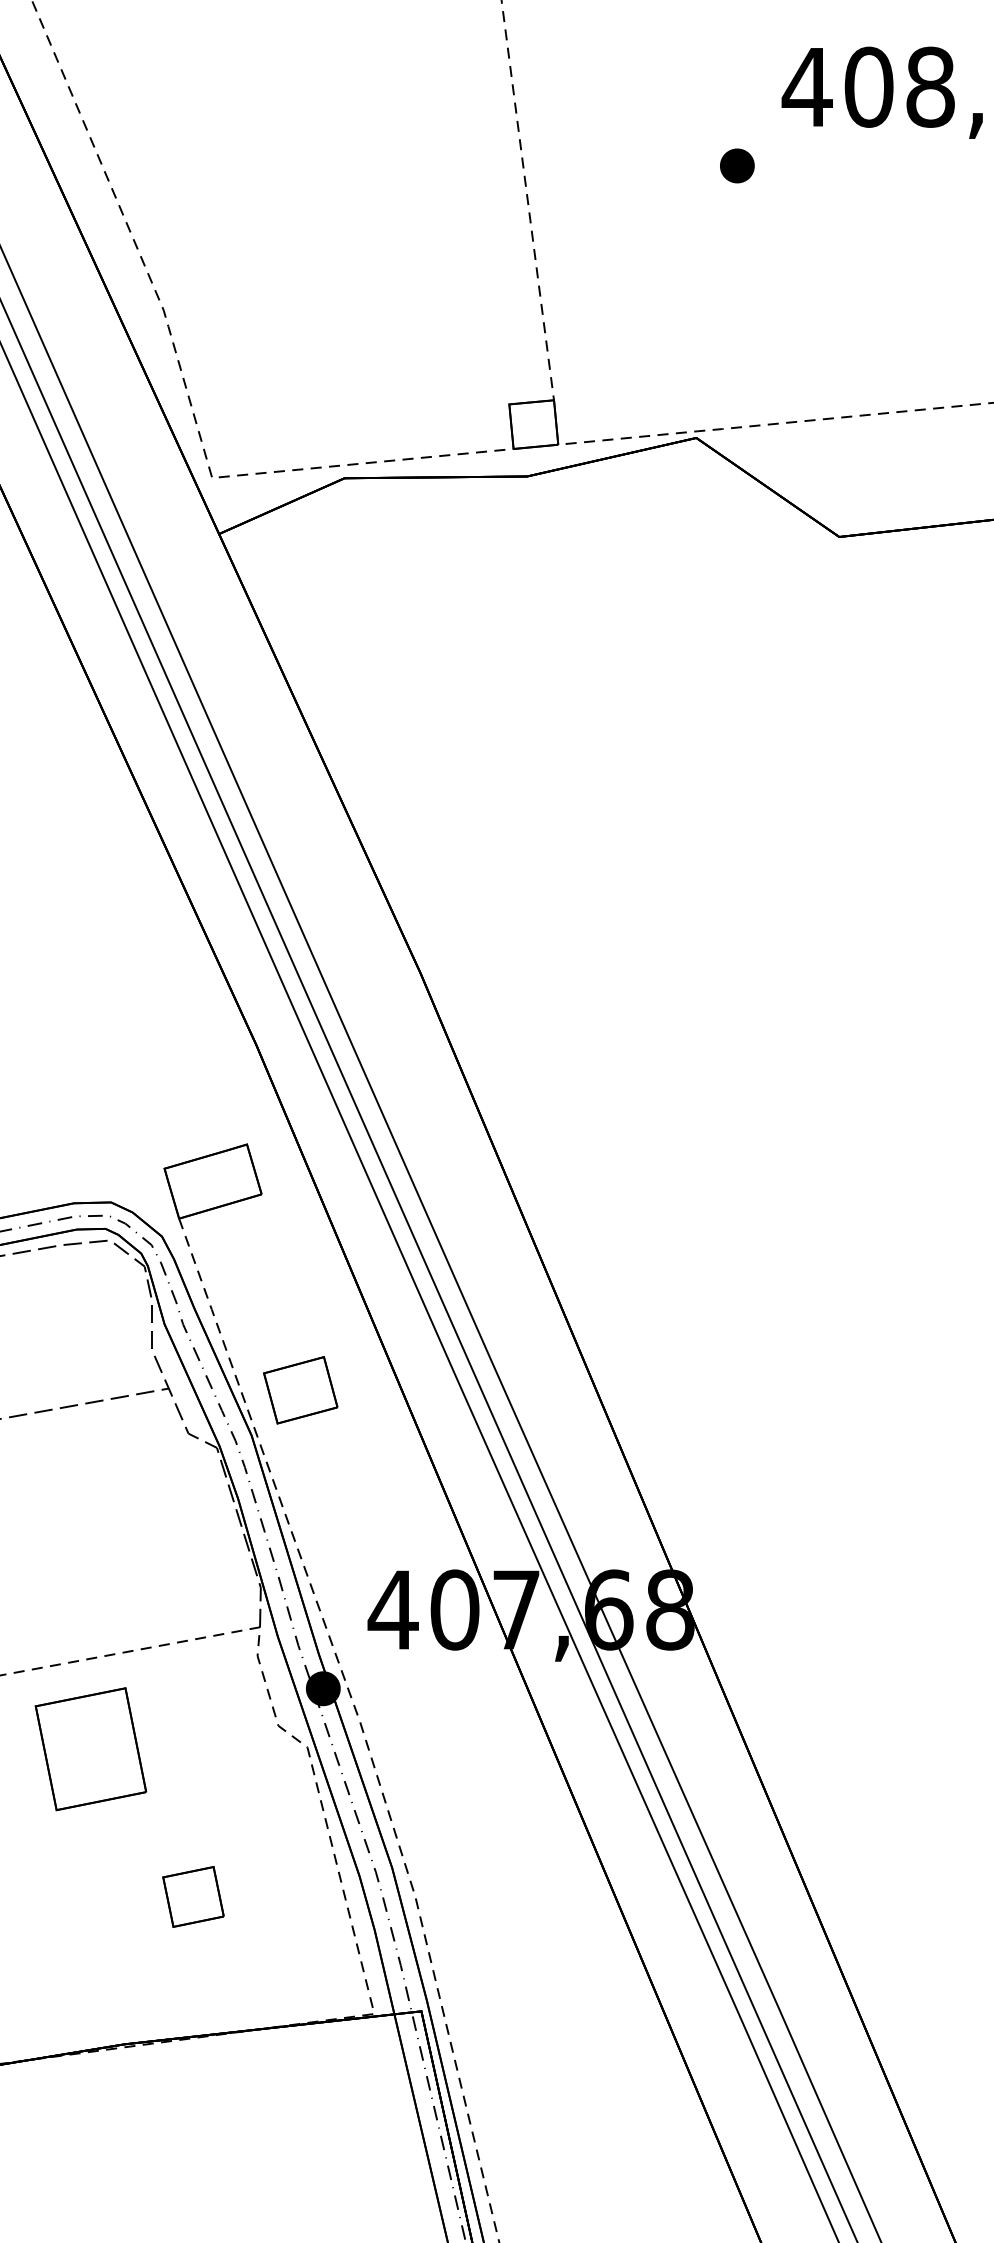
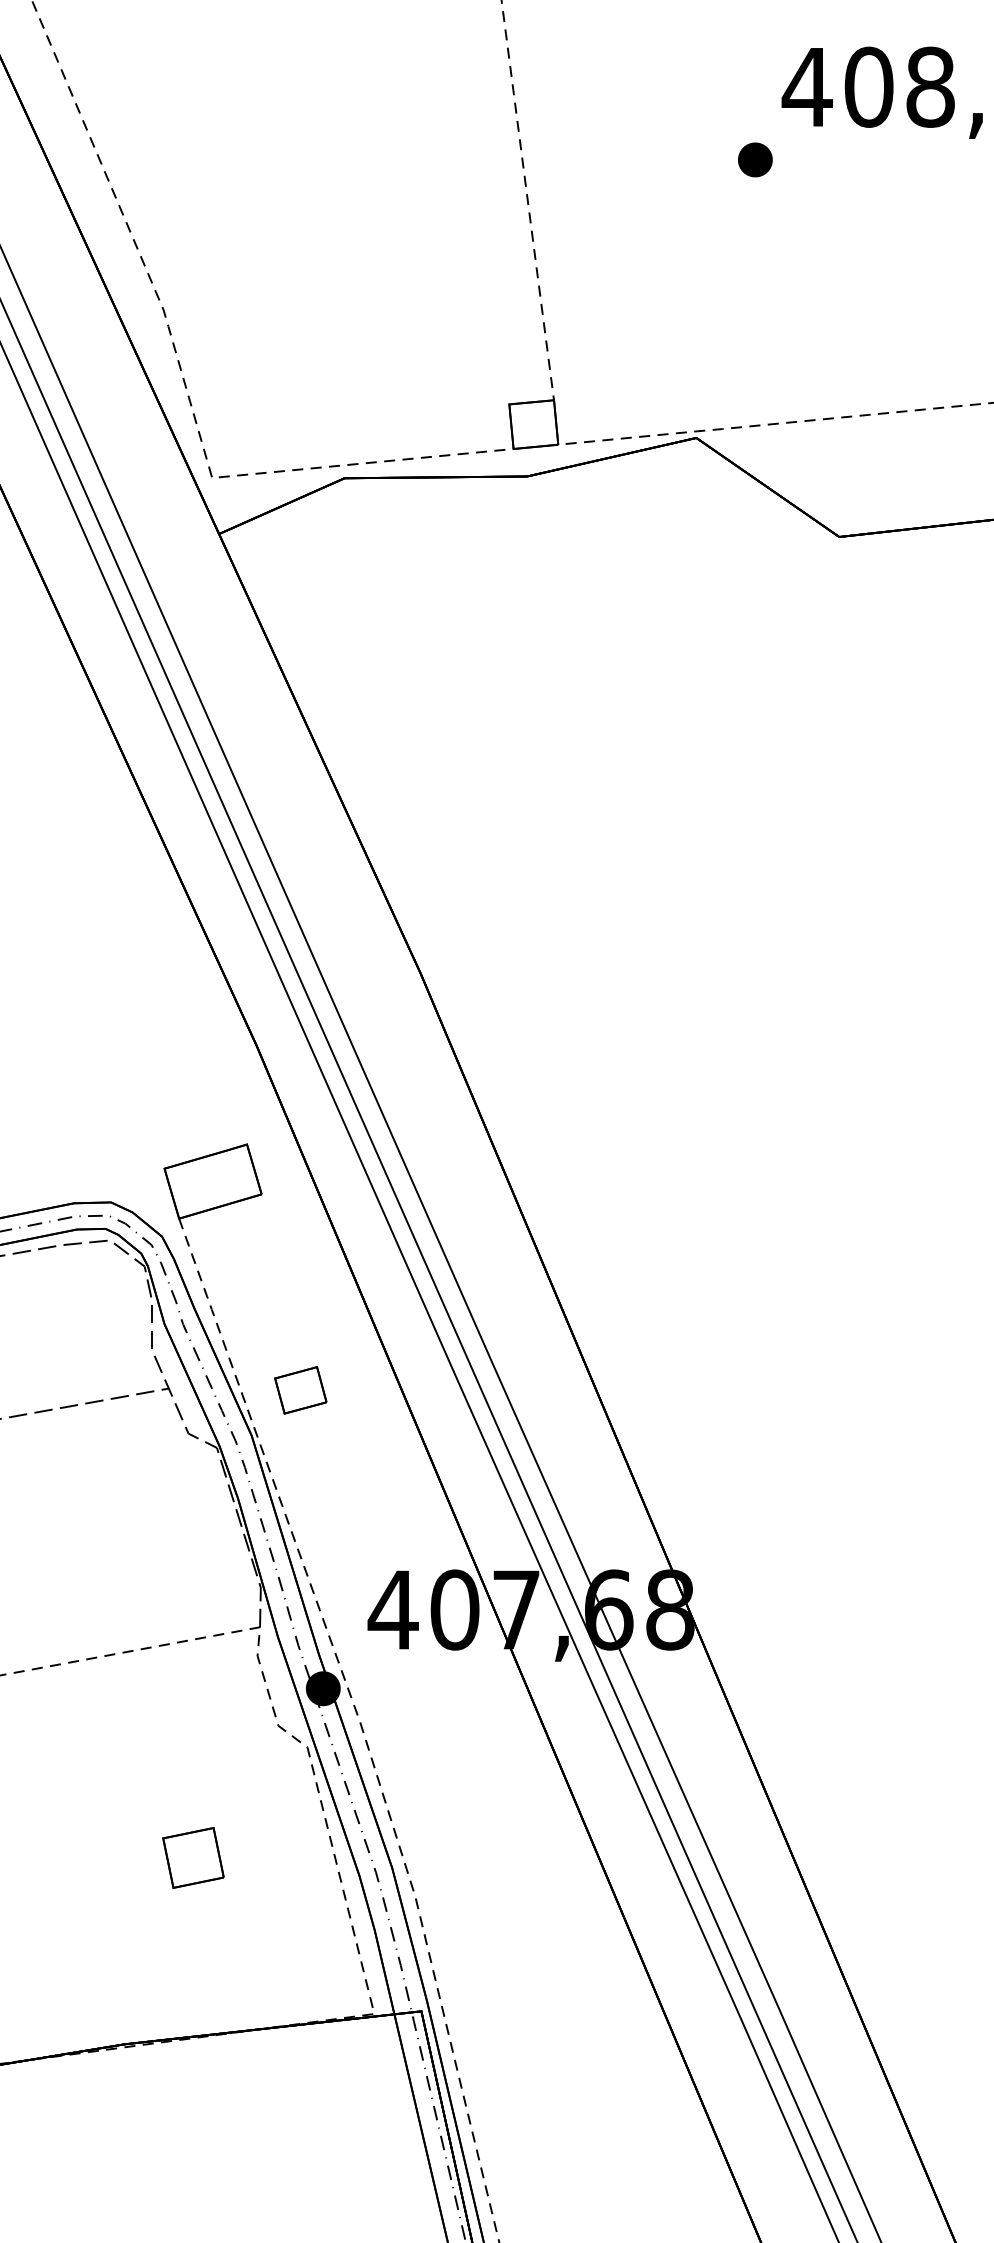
part at (737, 165) position: (737, 165) -> (755, 159)
part at (300, 1390) size: 76x69 px -> 54x49 px
part at (90, 1749): present -> none
part at (193, 1896) position: (193, 1896) -> (193, 1857)
